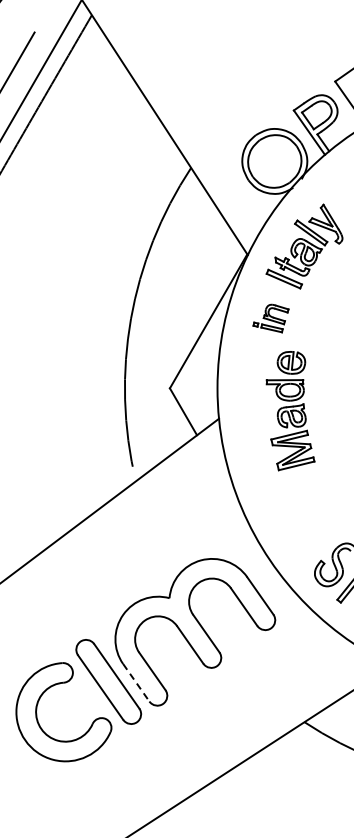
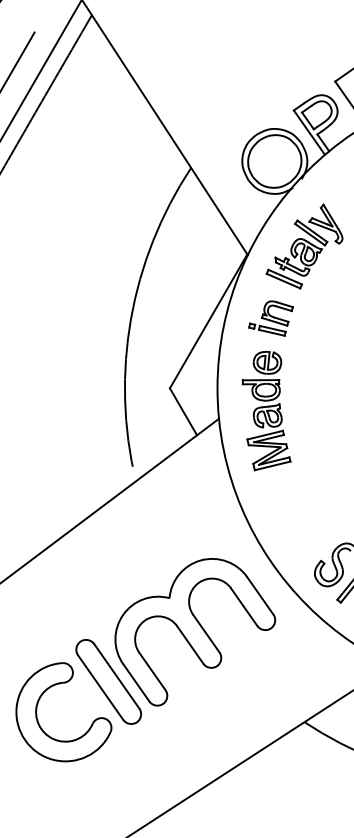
part at (270, 318) size: 38x31 px -> 46x37 px
part at (290, 411) position: (290, 411) -> (266, 411)
line at (136, 682): dashed -> solid
